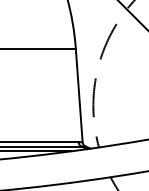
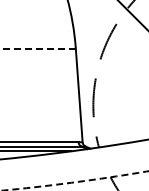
line at (37, 48): solid -> dashed
arc at (74, 182): solid -> dashed
